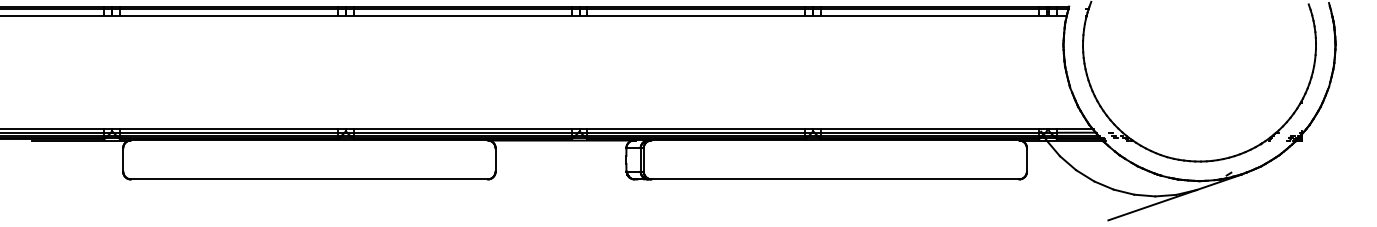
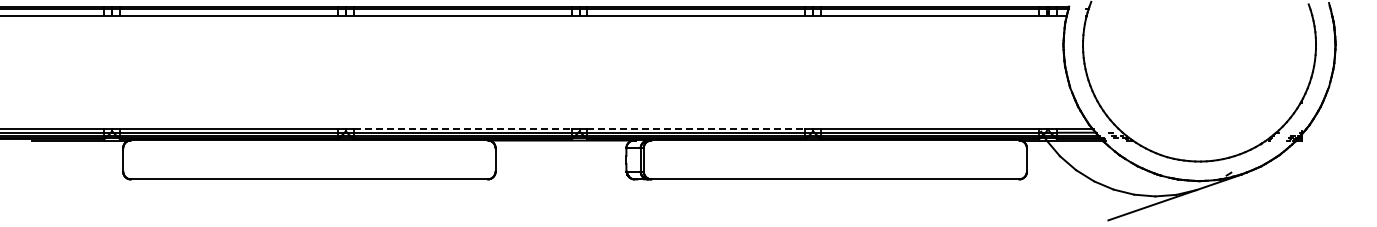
line at (462, 128): solid -> dashed
line at (696, 128): solid -> dashed
